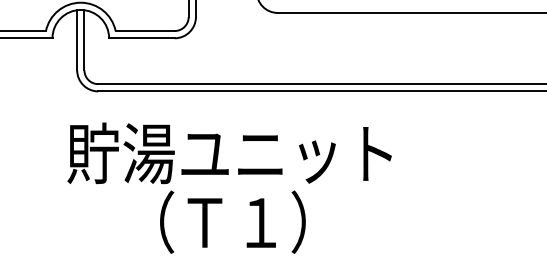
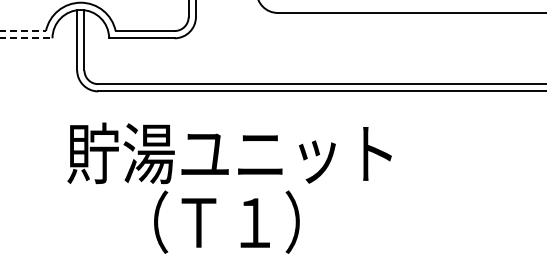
line at (23, 31): solid -> dashed
line at (26, 38): solid -> dashed
text at (232, 221) position: (232, 221) -> (226, 221)
